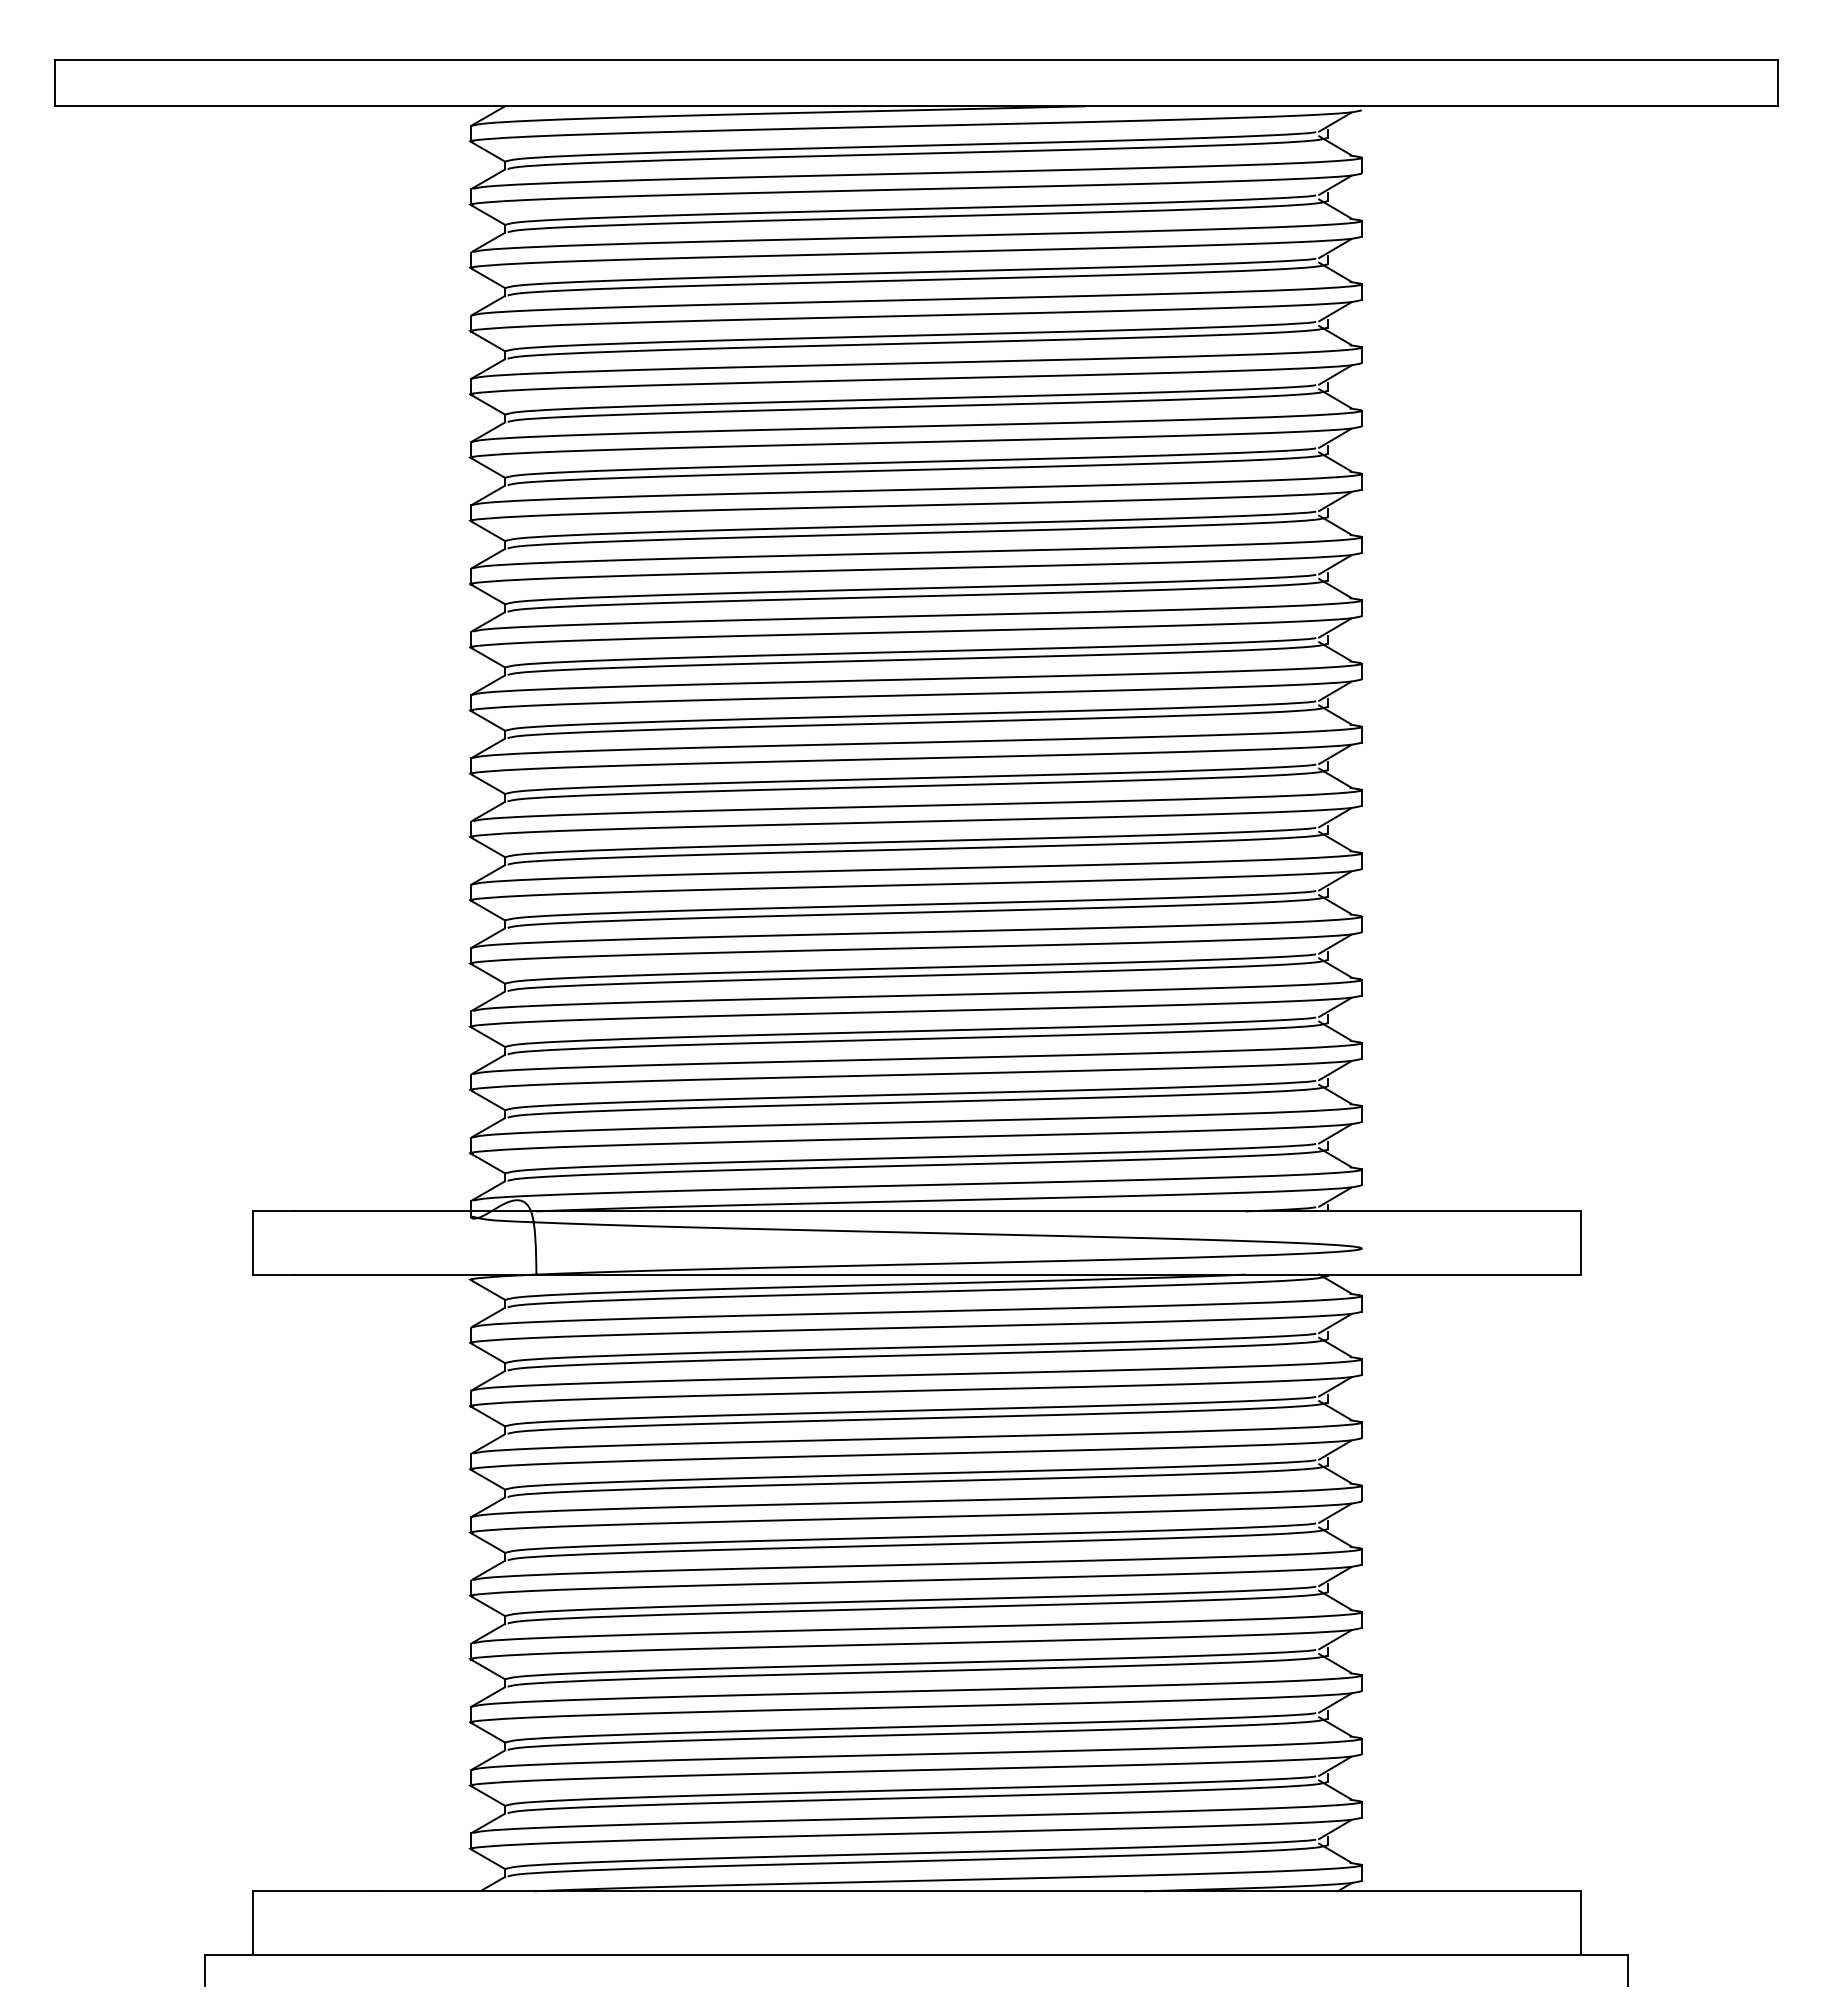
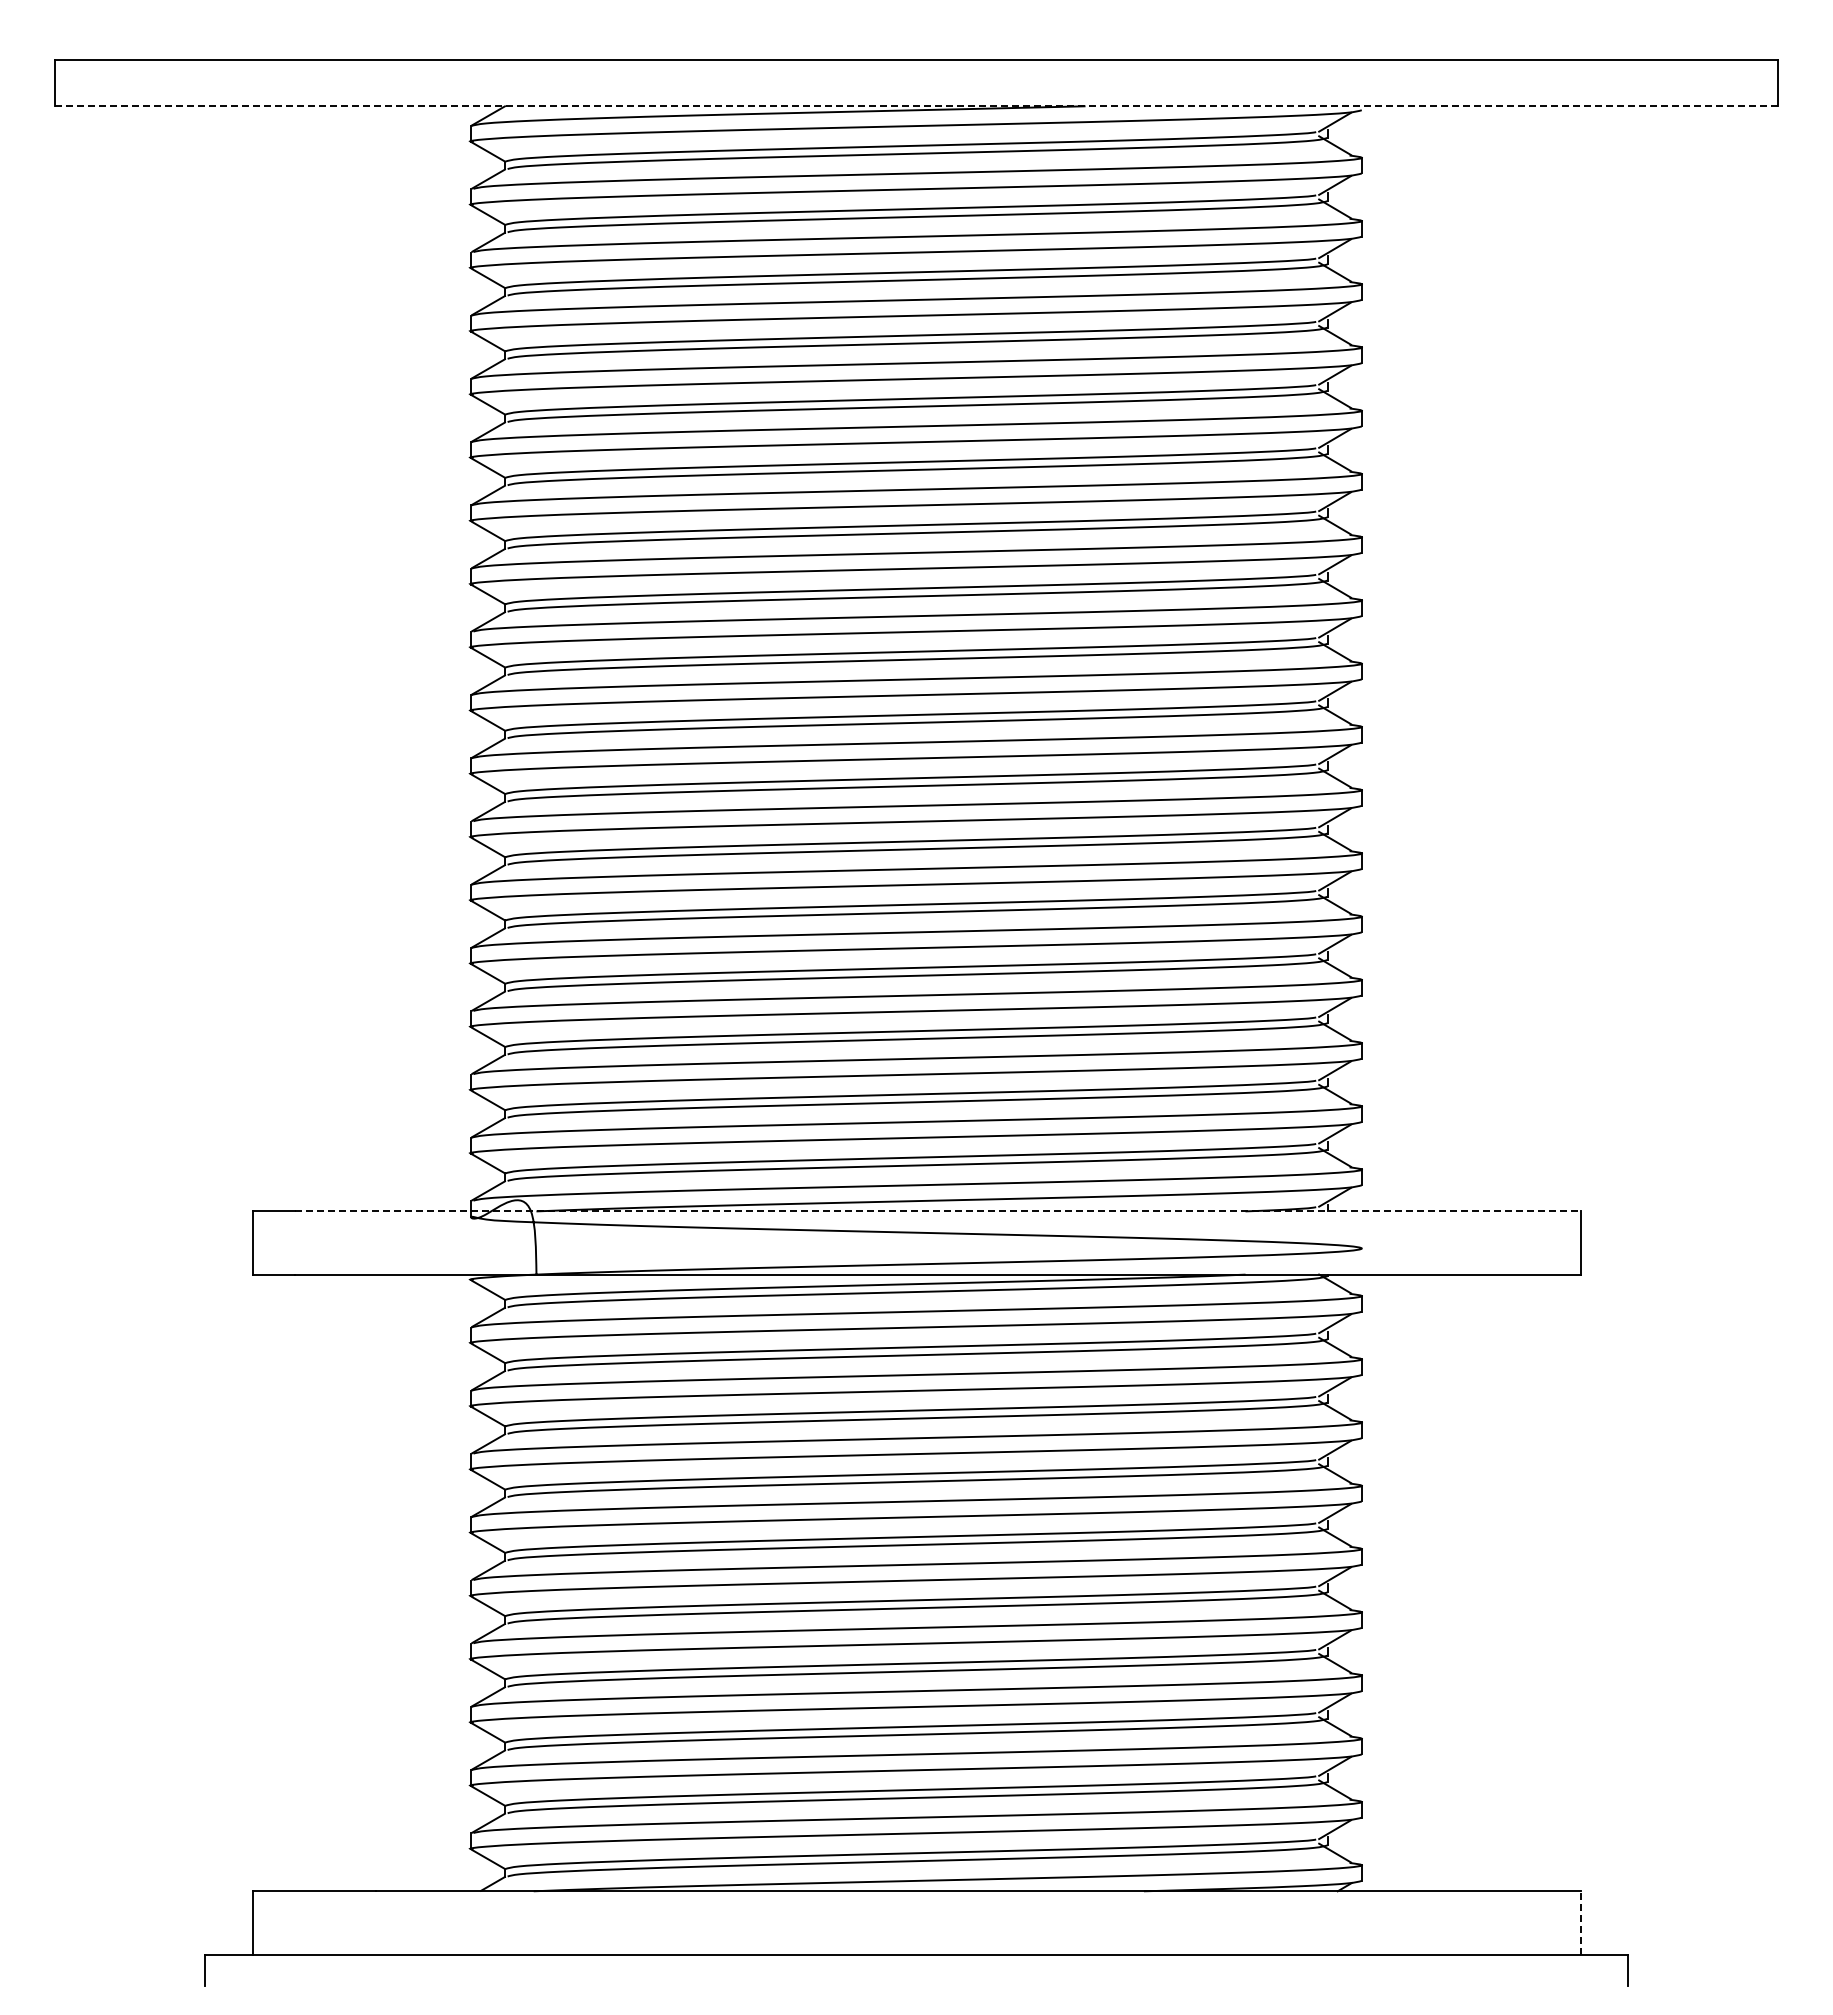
line at (916, 106): solid -> dashed
line at (937, 1211): solid -> dashed
line at (1580, 1922): solid -> dashed
